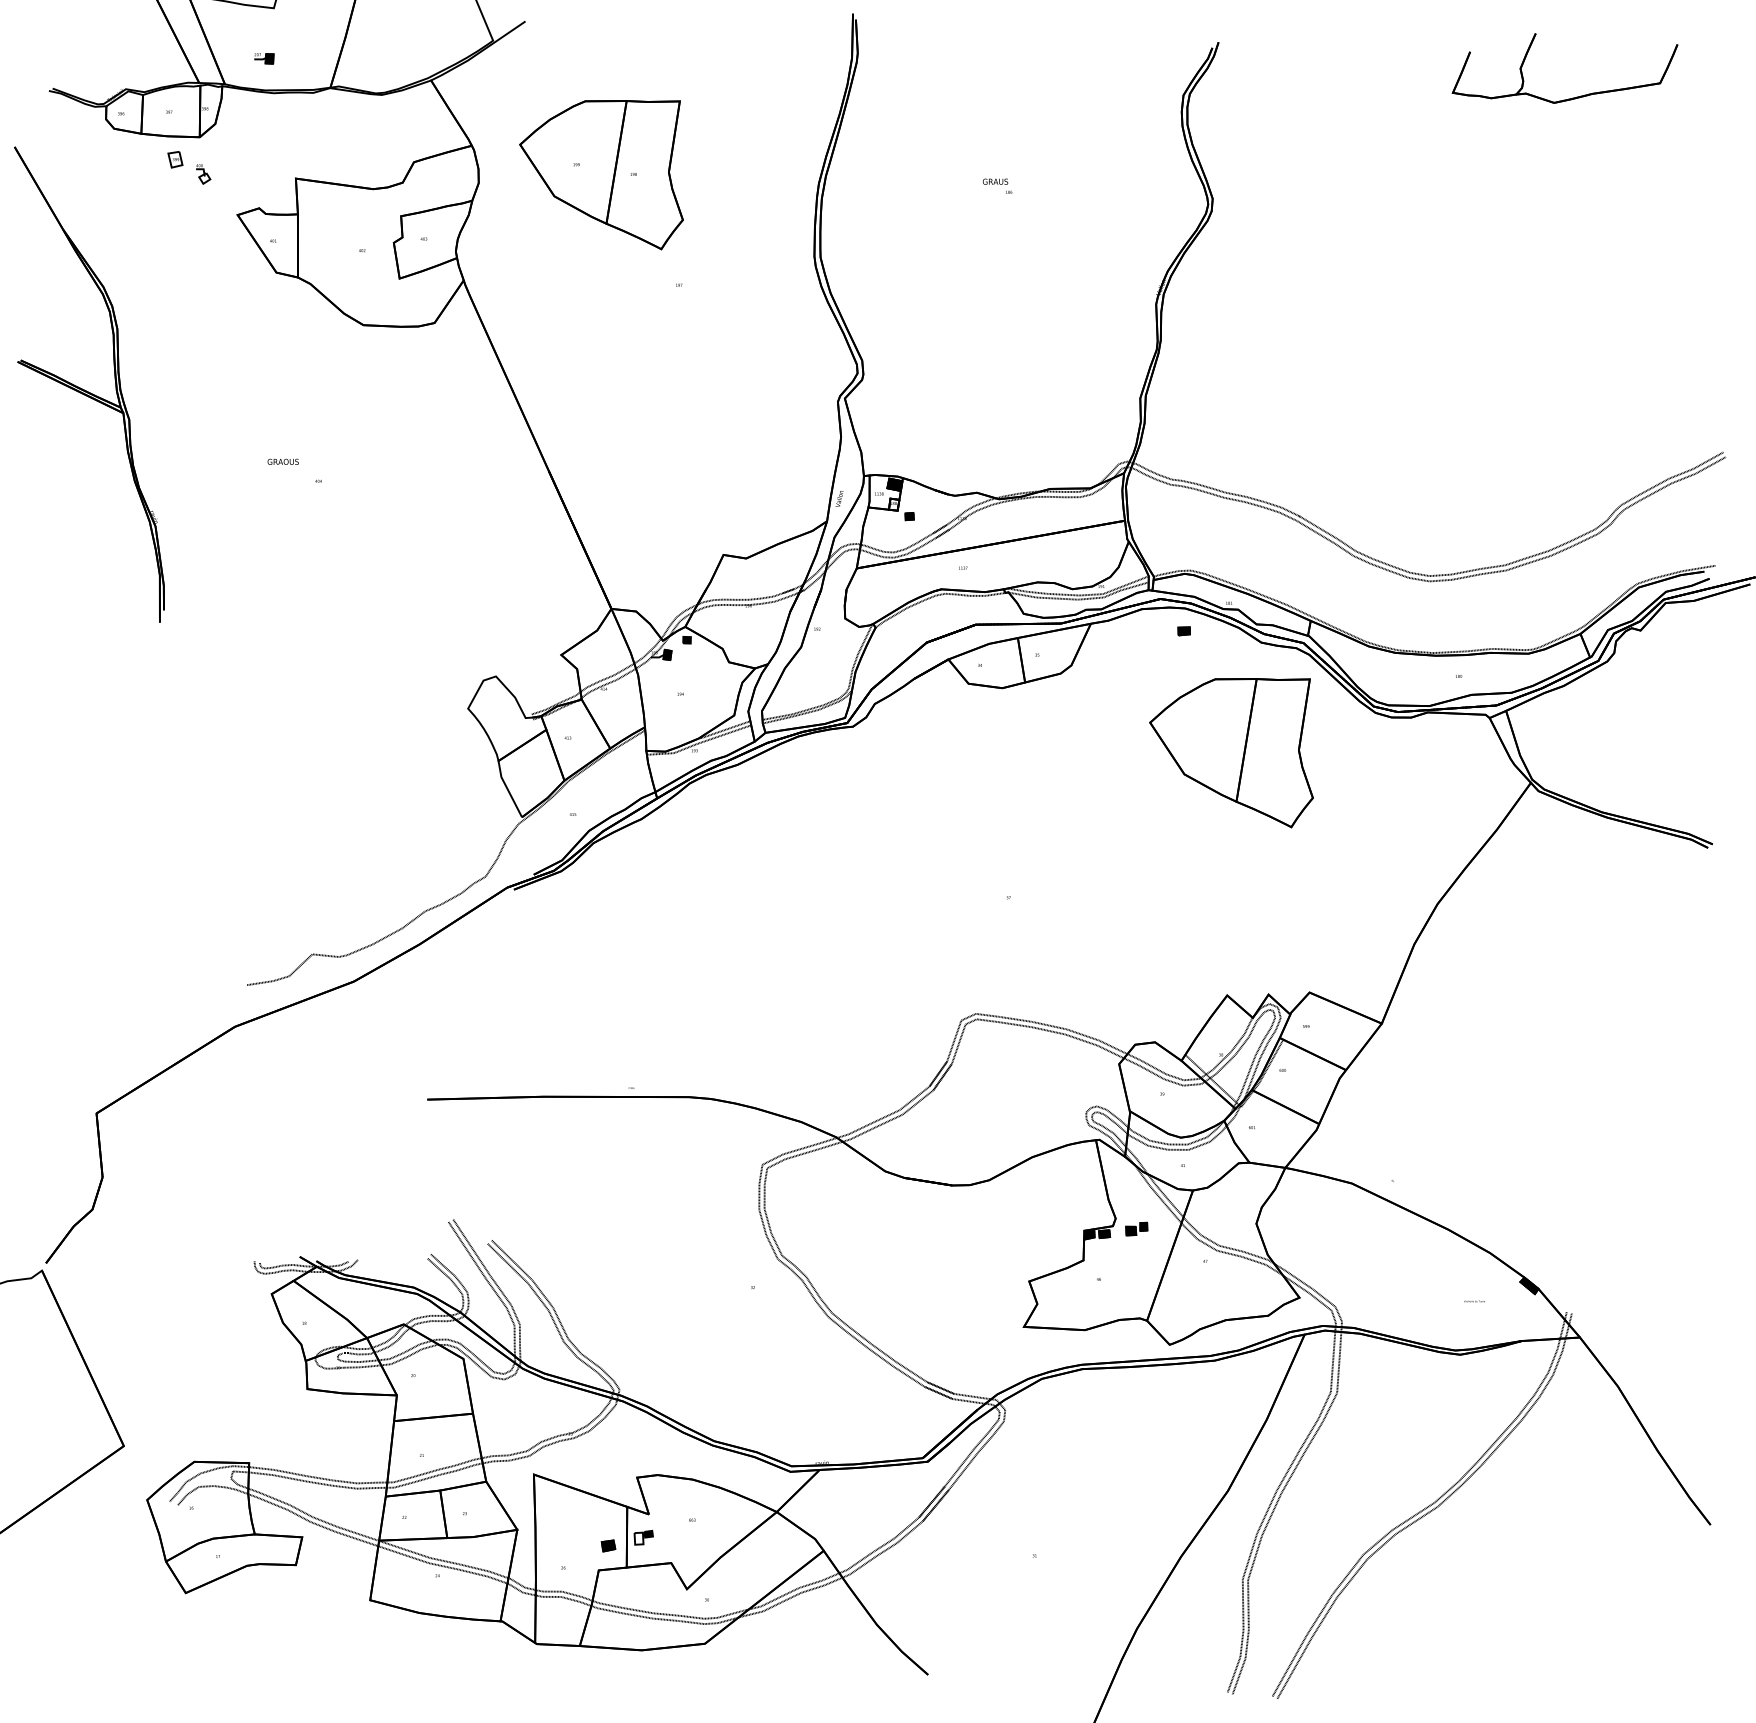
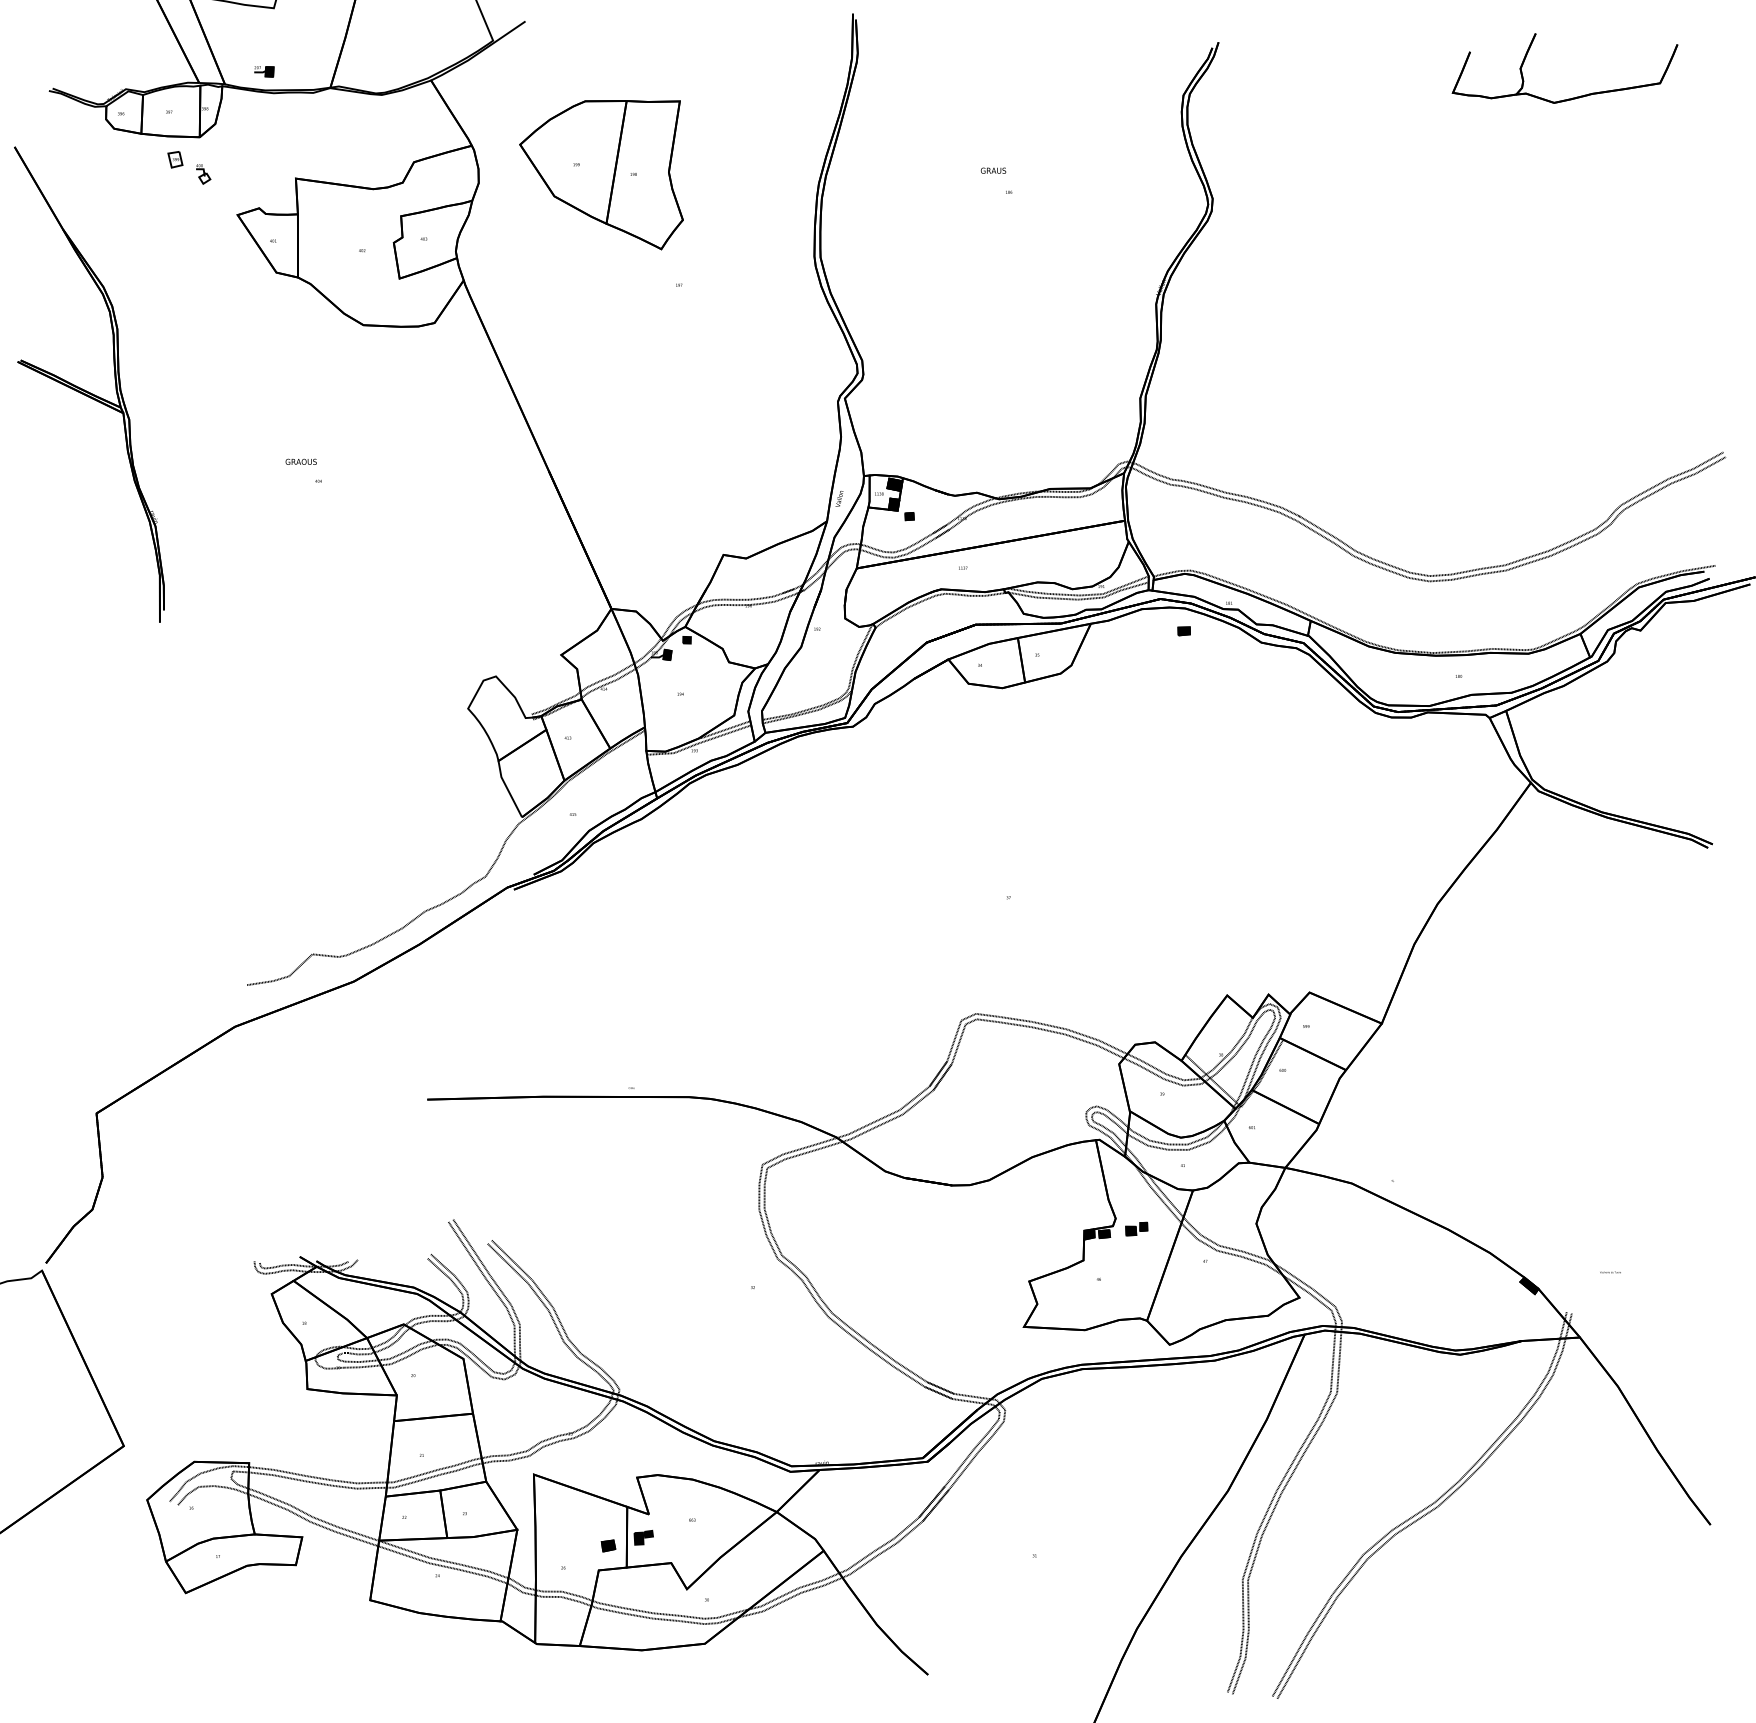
part at (264, 58) position: (264, 58) -> (264, 71)
text at (995, 181) position: (995, 181) -> (993, 170)
text at (282, 461) position: (282, 461) -> (300, 461)
fill at (893, 504): none -> present
part at (1231, 753): present -> none
text at (1474, 1301) position: (1474, 1301) -> (1610, 1272)
fill at (638, 1538): none -> present
